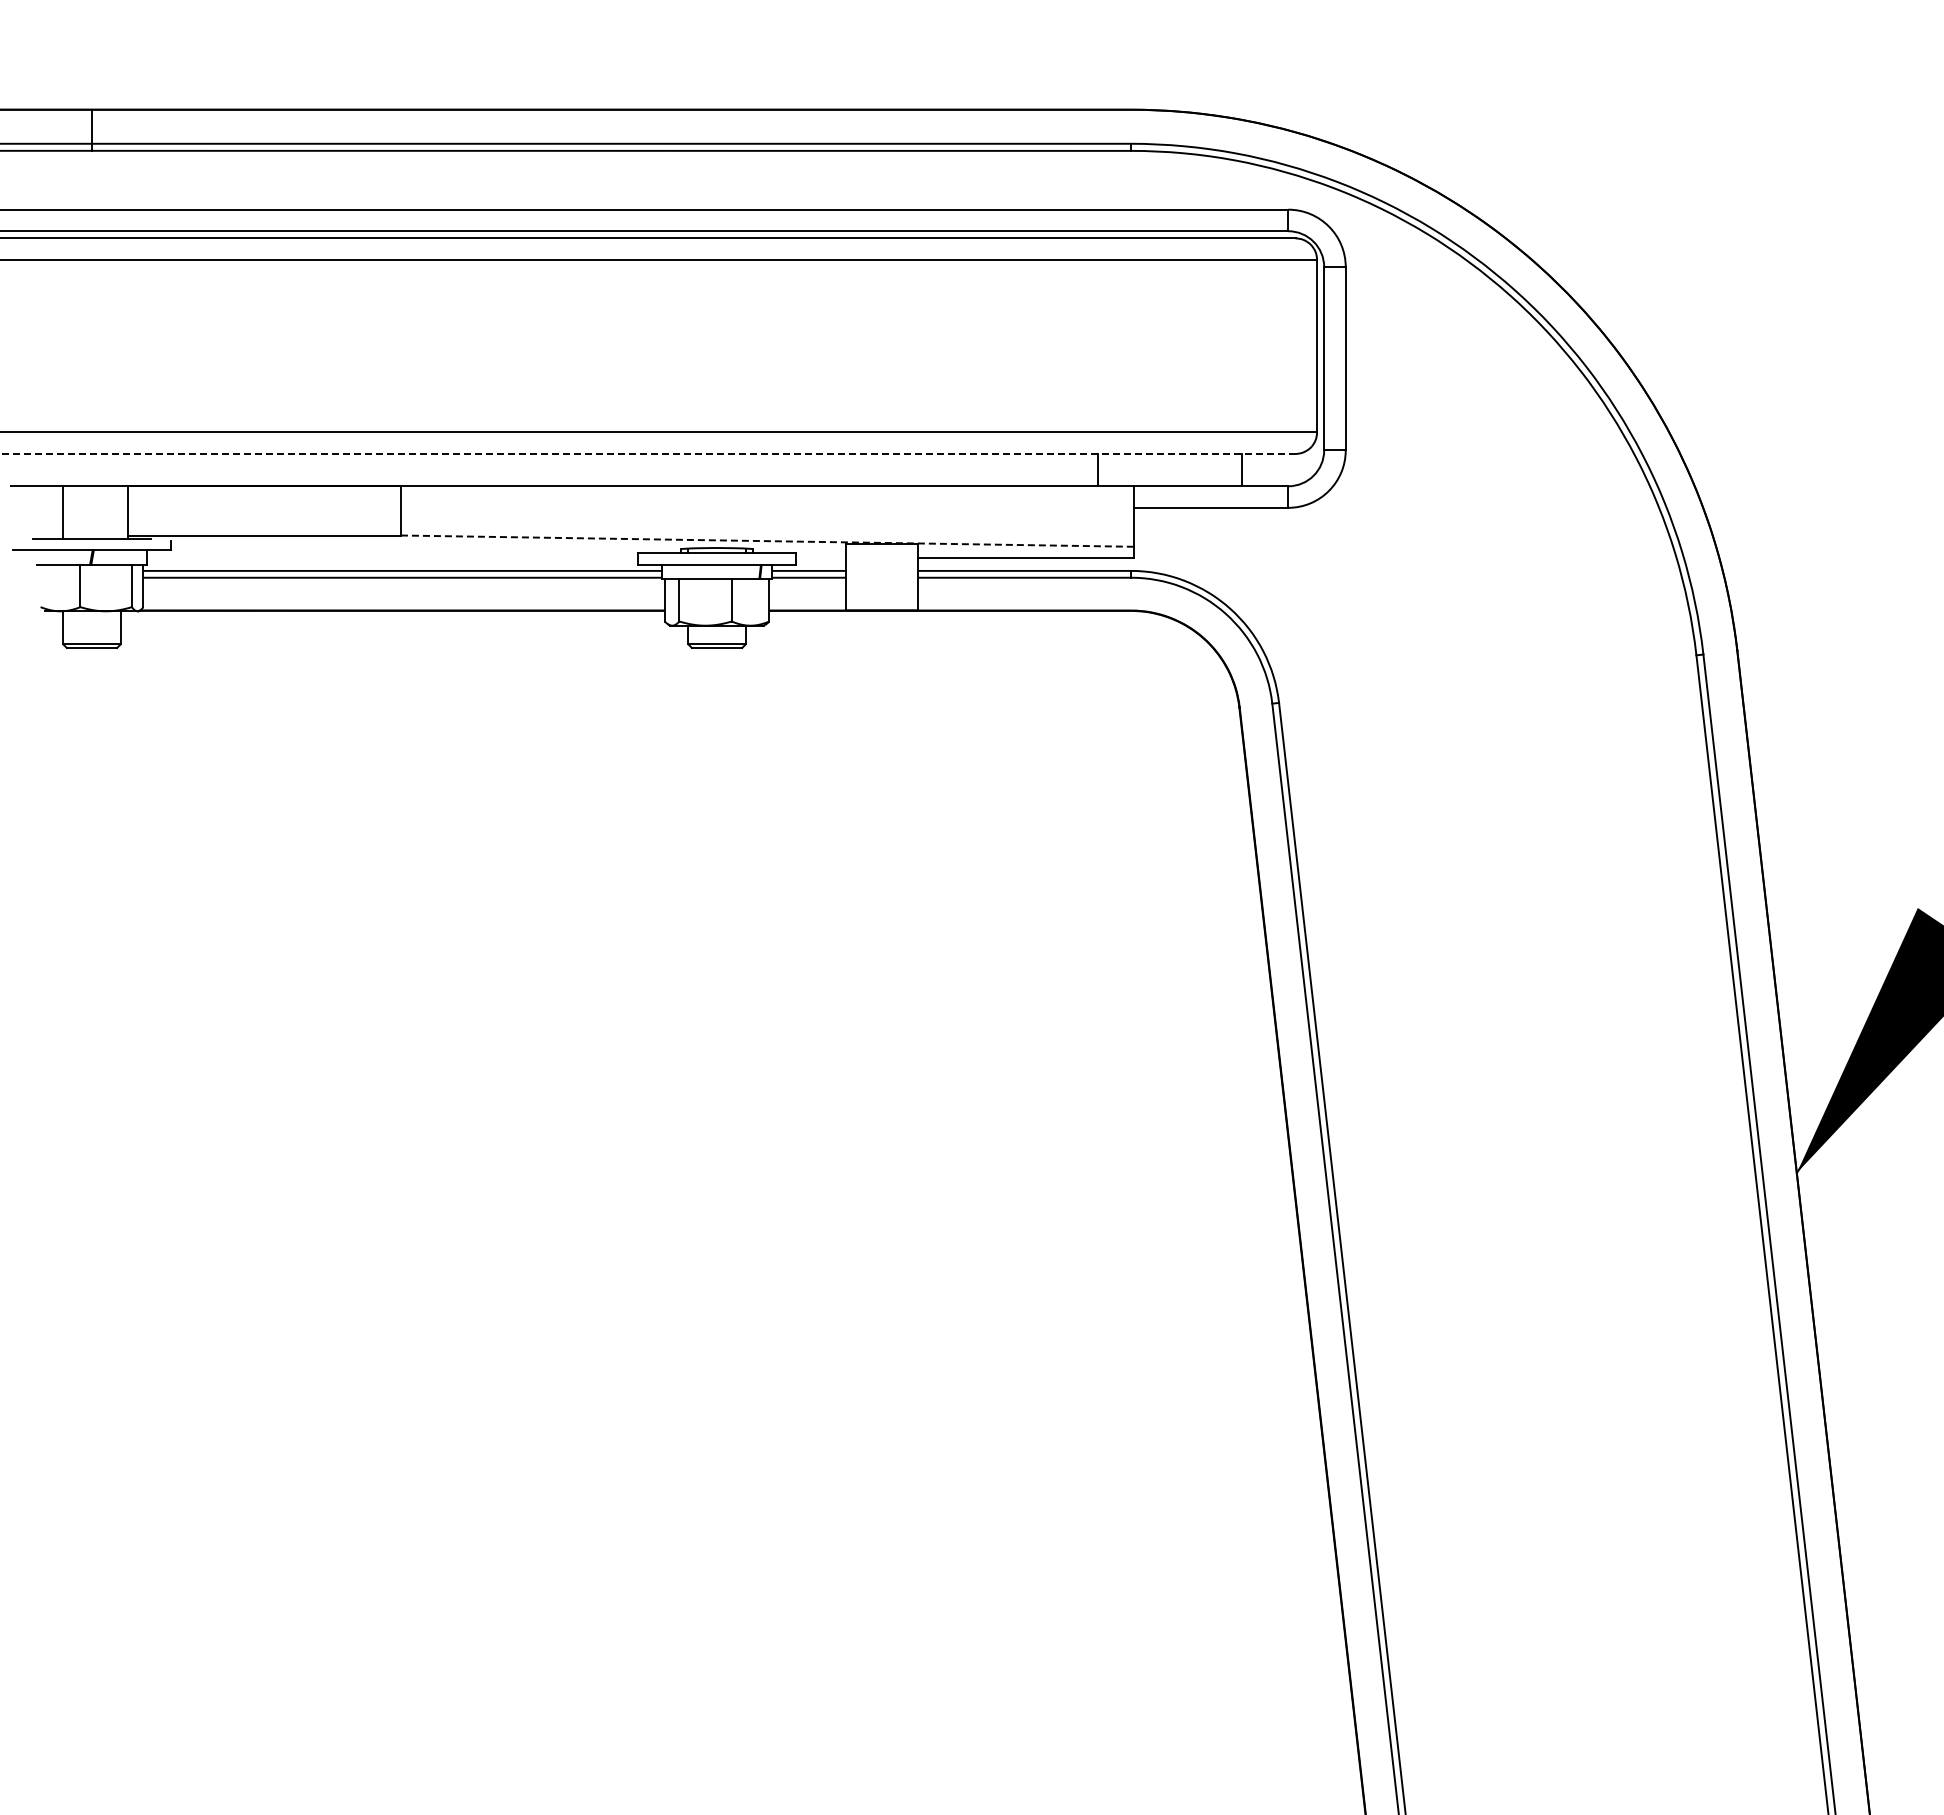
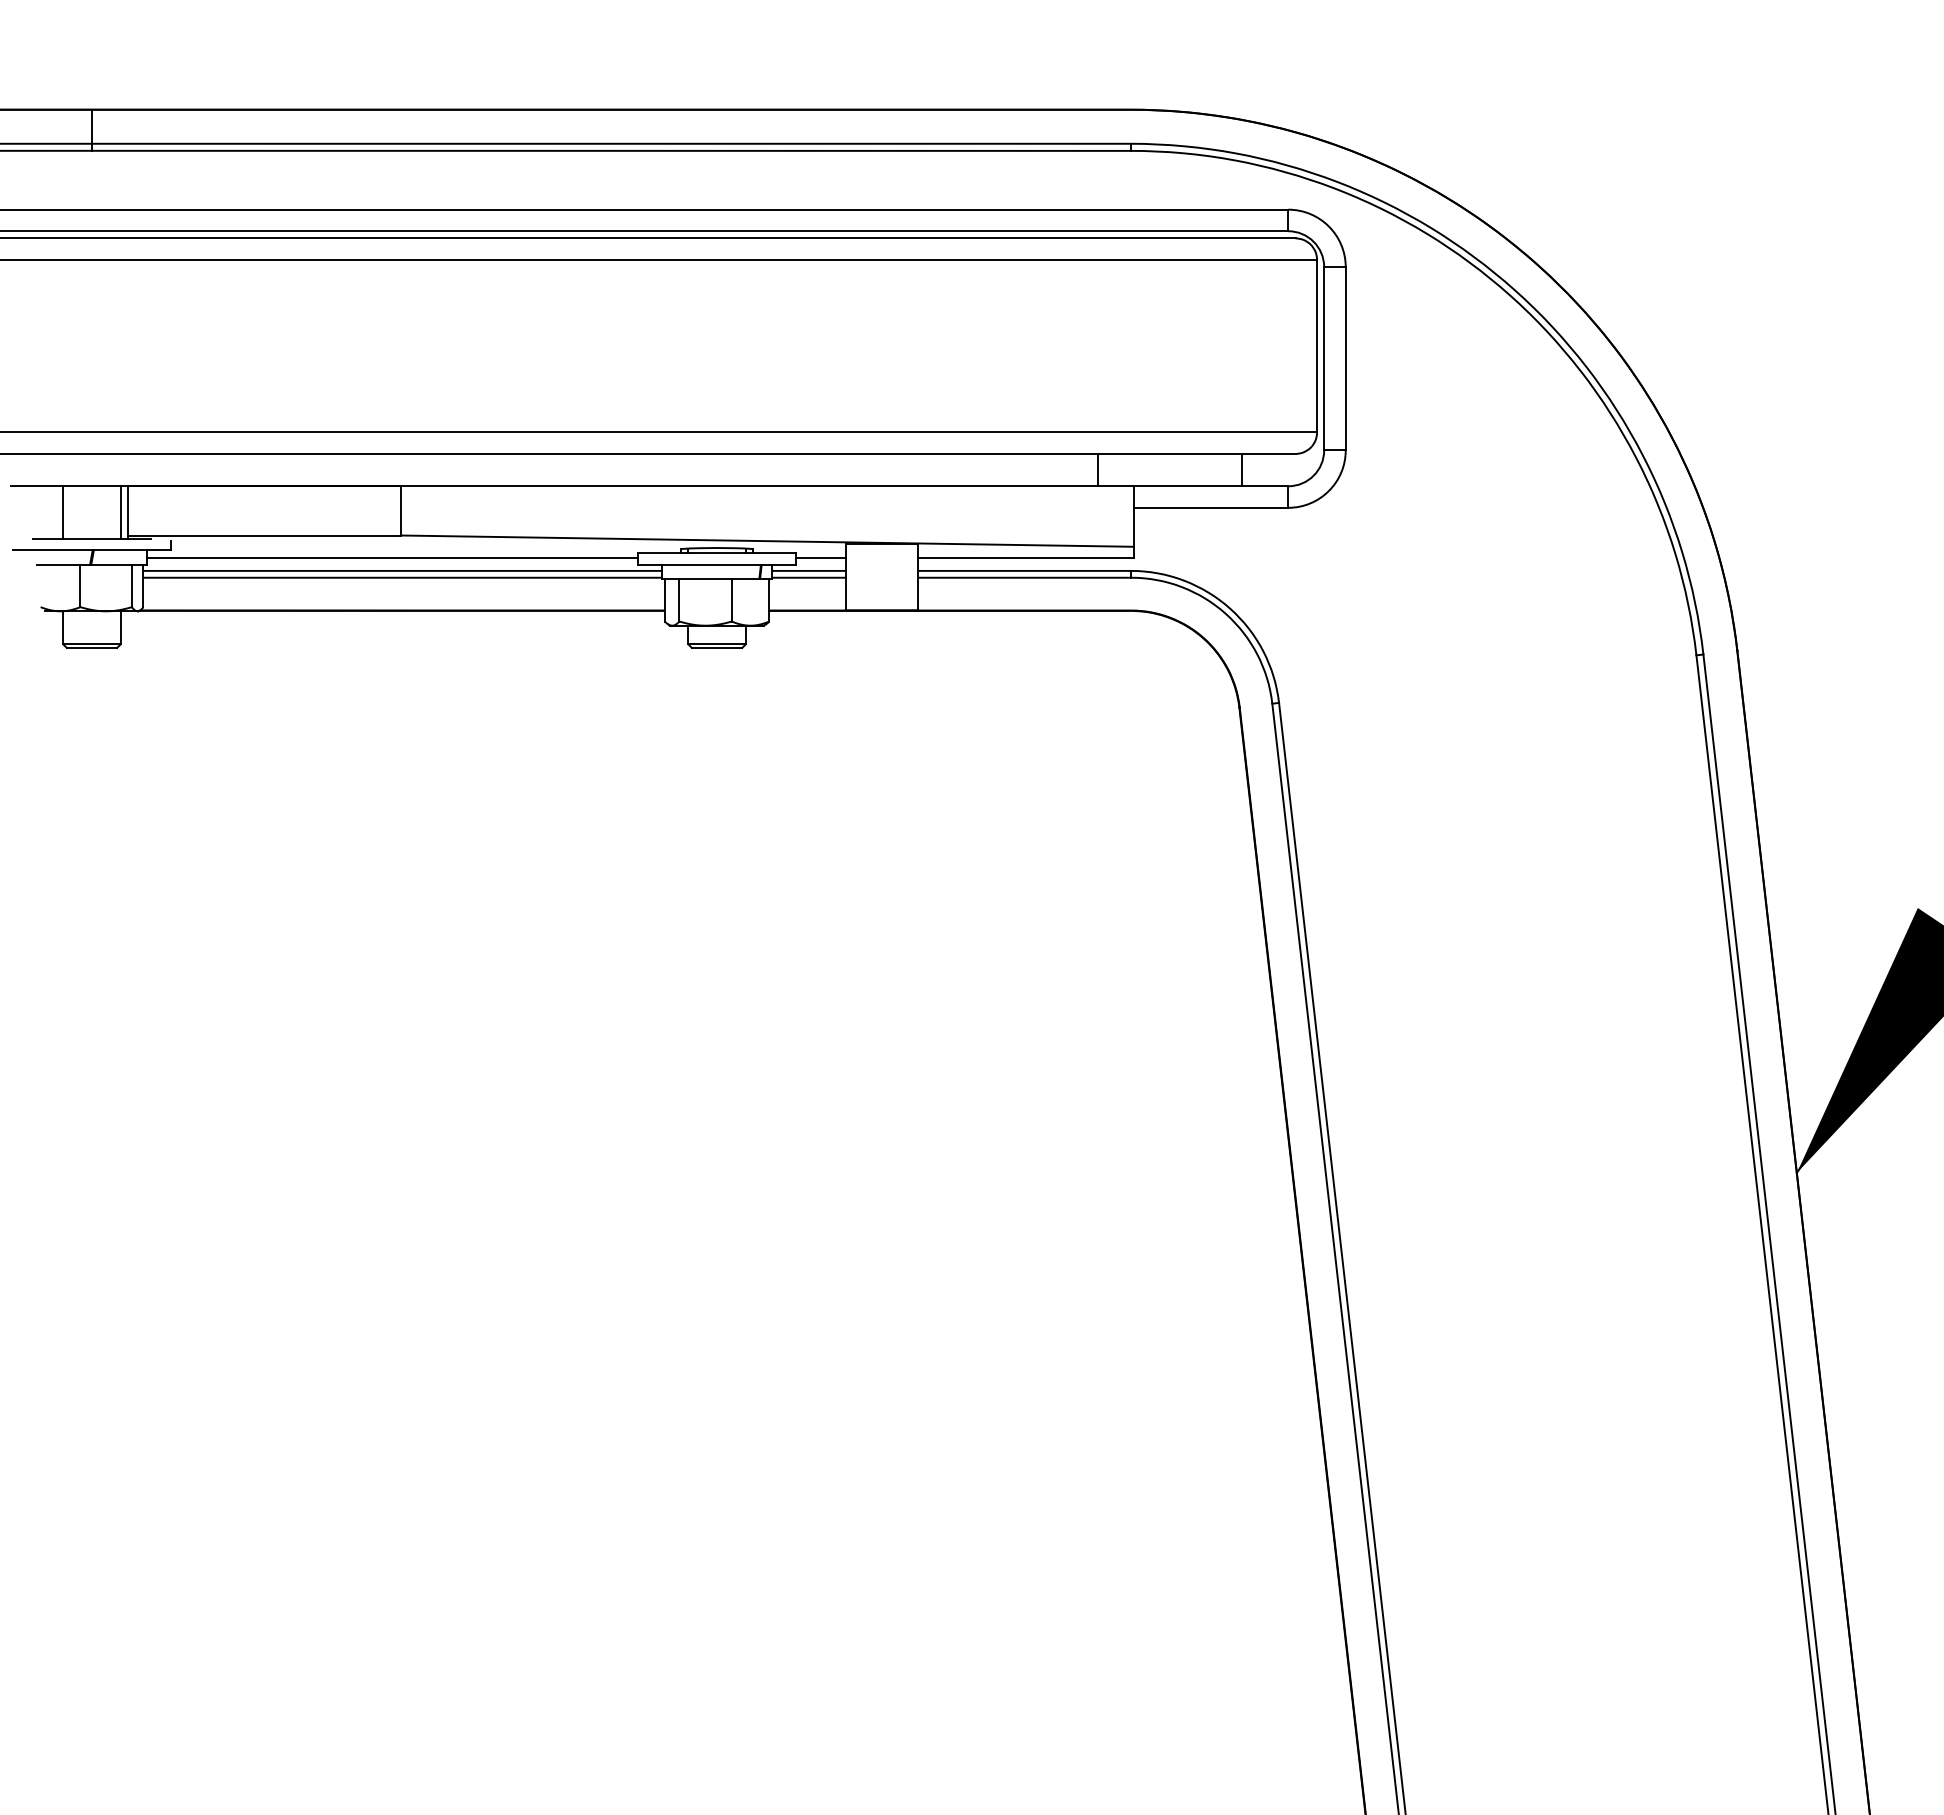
line at (647, 453): dashed -> solid
line at (120, 512): none -> present
line at (767, 541): dashed -> solid
line at (392, 558): none -> present
line at (821, 558): none -> present
